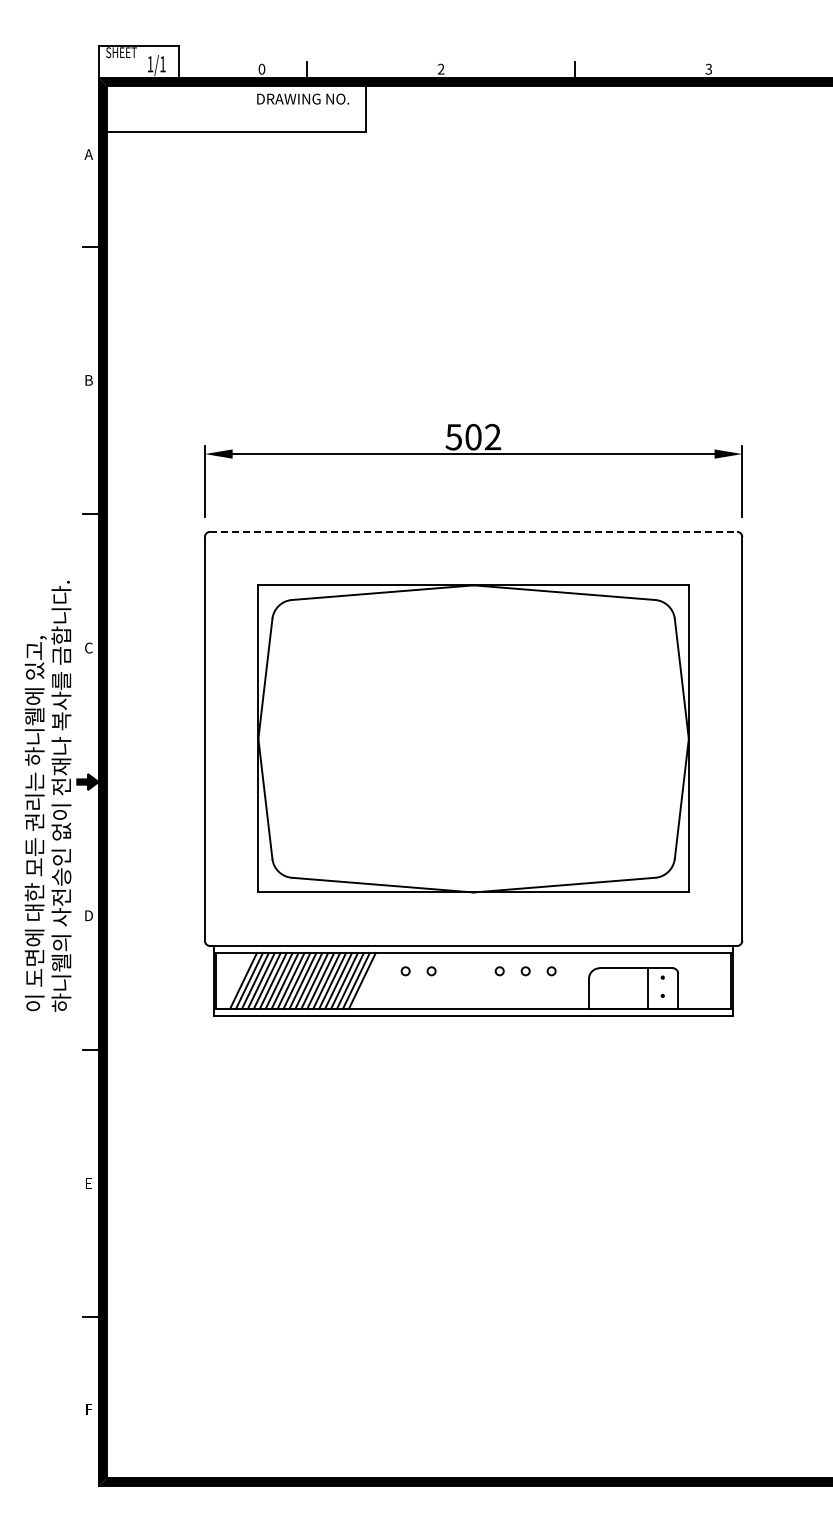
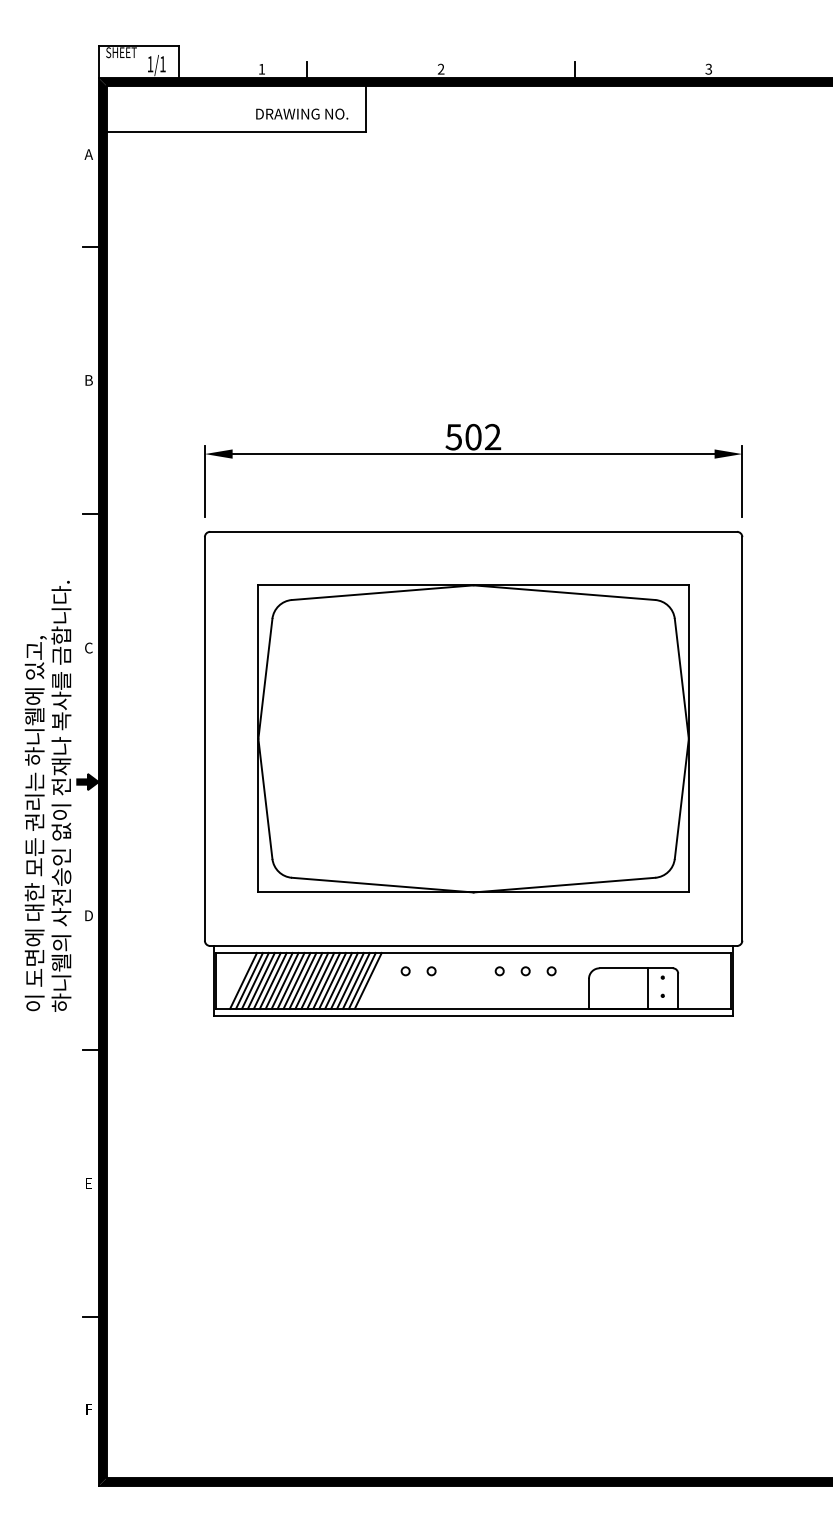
text at (261, 68): 0 -> 1
text at (303, 98) position: (303, 98) -> (302, 113)
line at (474, 531): dashed -> solid
line at (367, 980): none -> present
